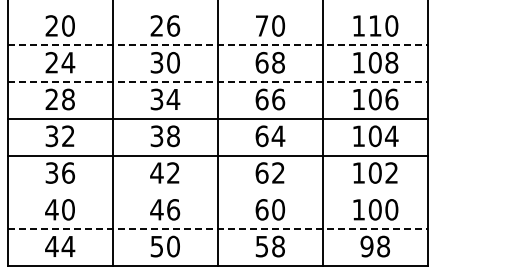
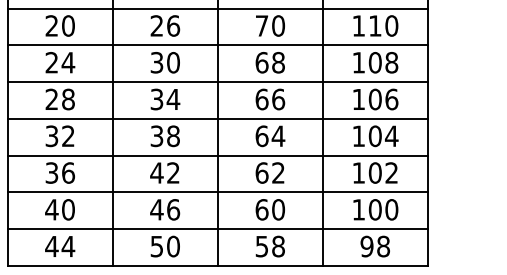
line at (217, 8): none -> present
line at (218, 45): dashed -> solid
line at (218, 82): dashed -> solid
line at (217, 192): none -> present
line at (218, 229): dashed -> solid
